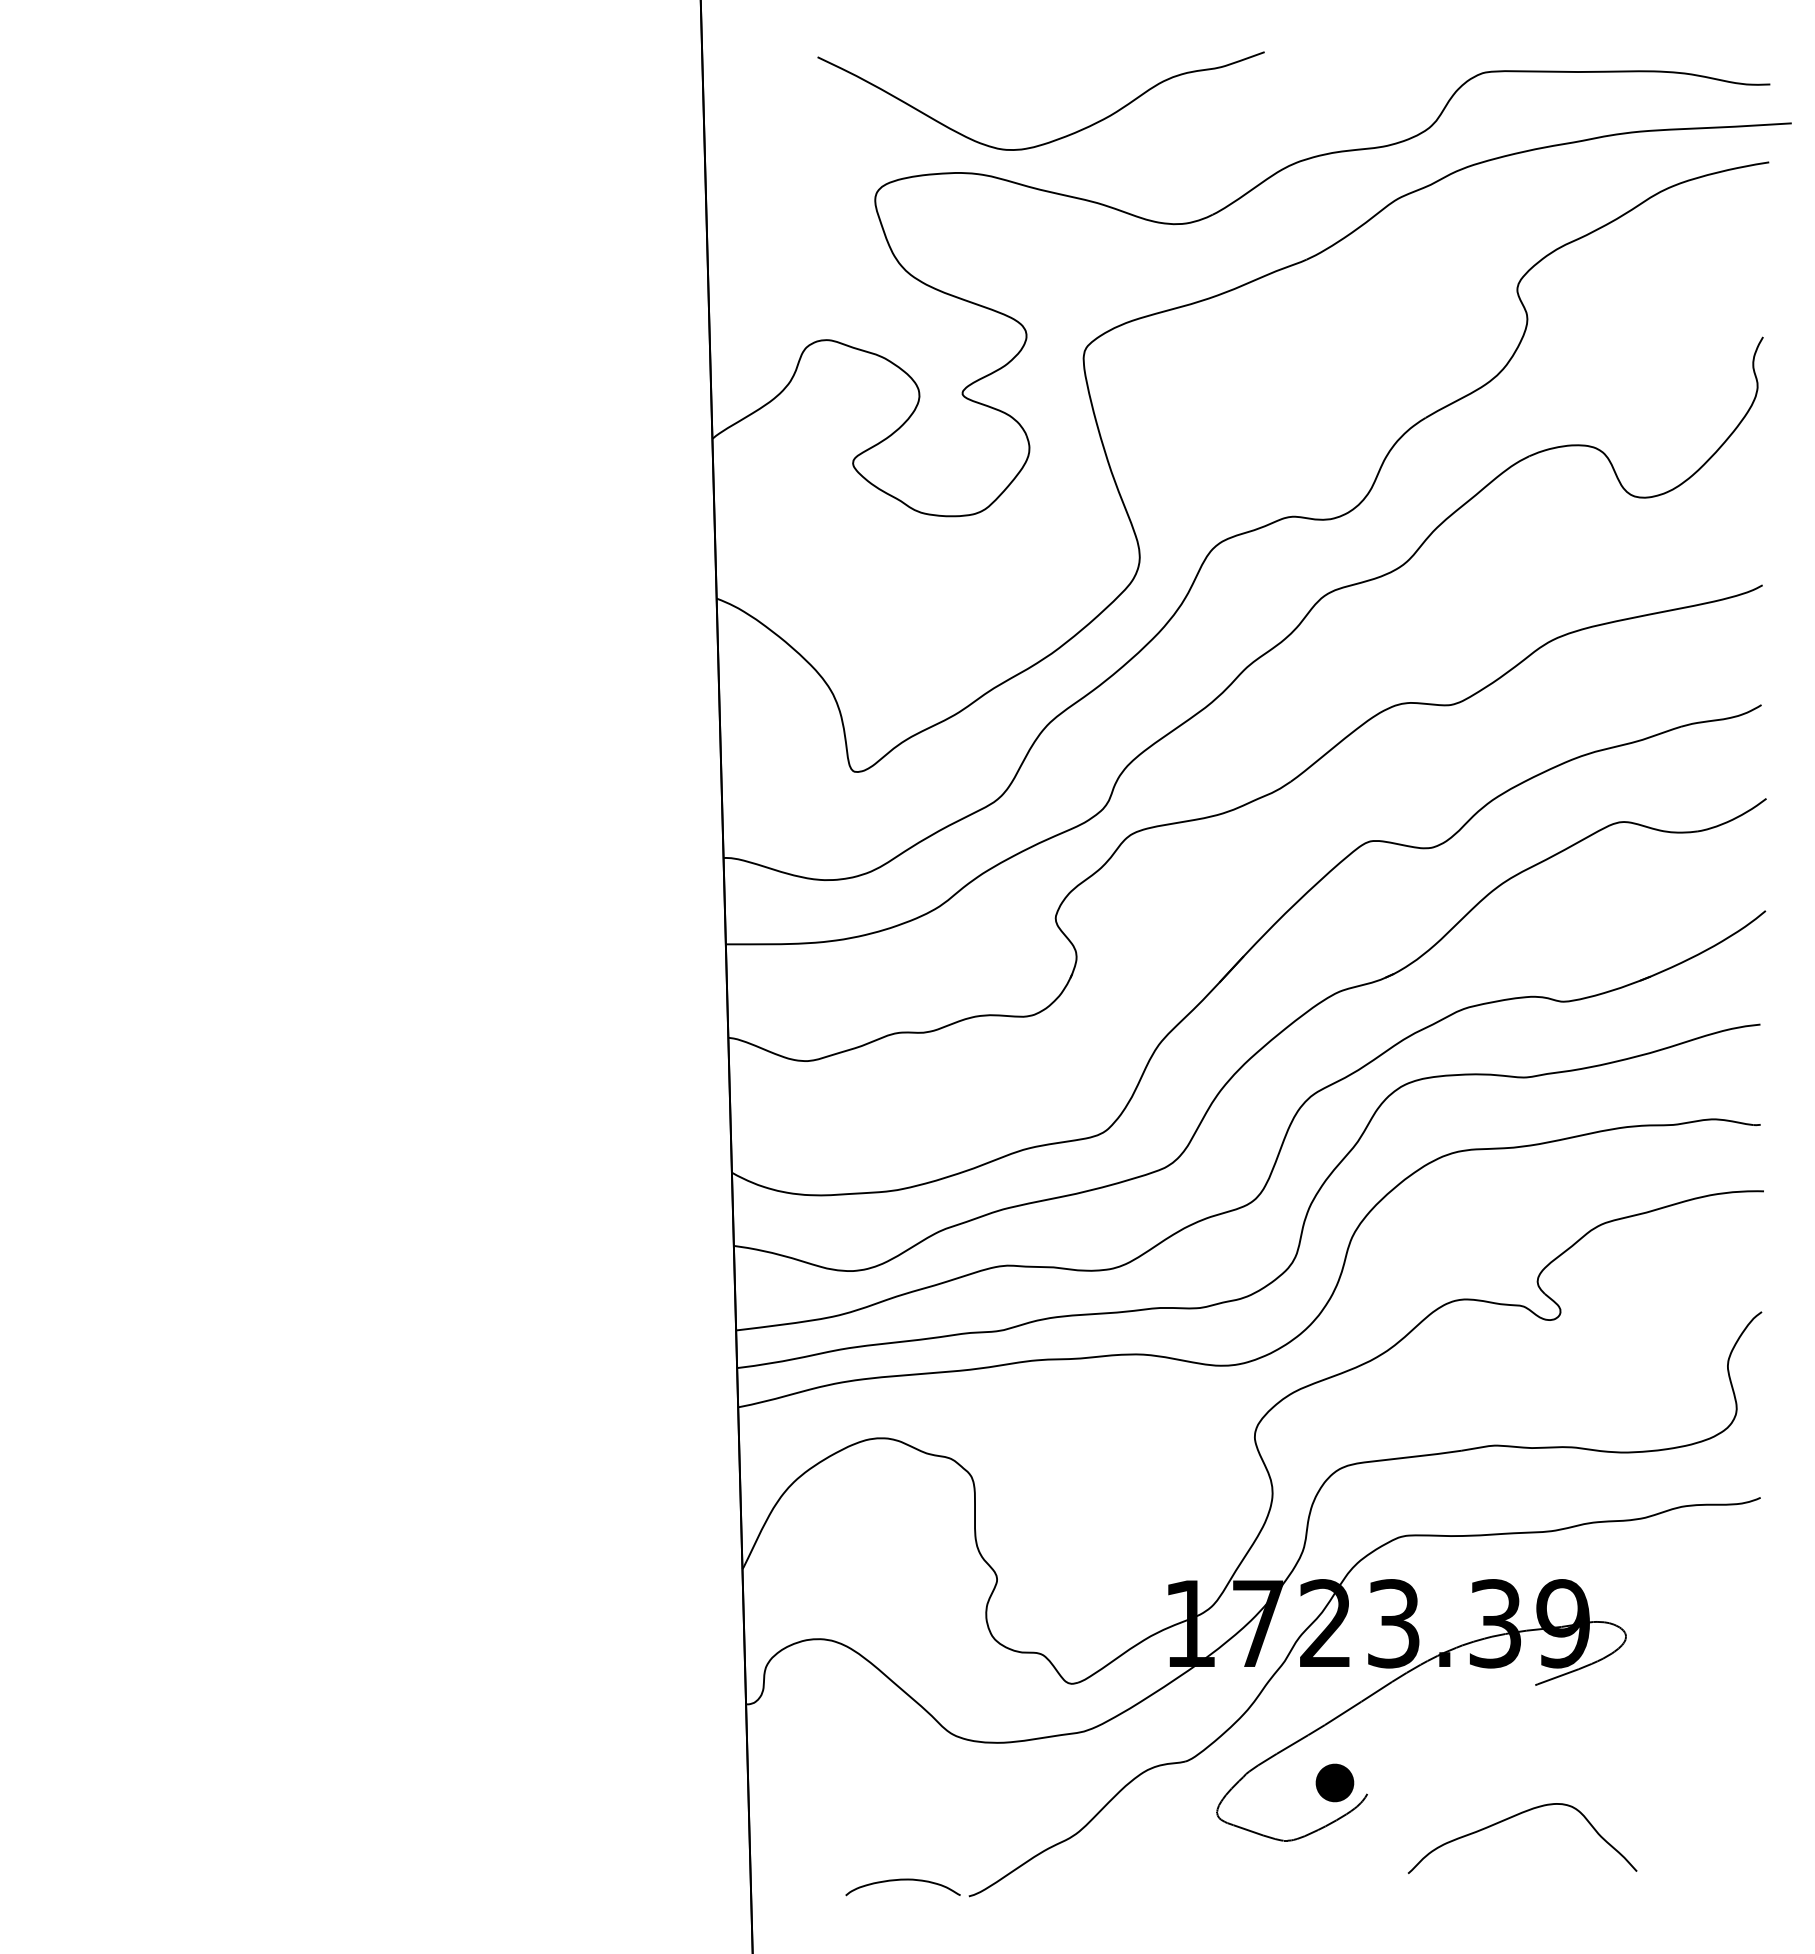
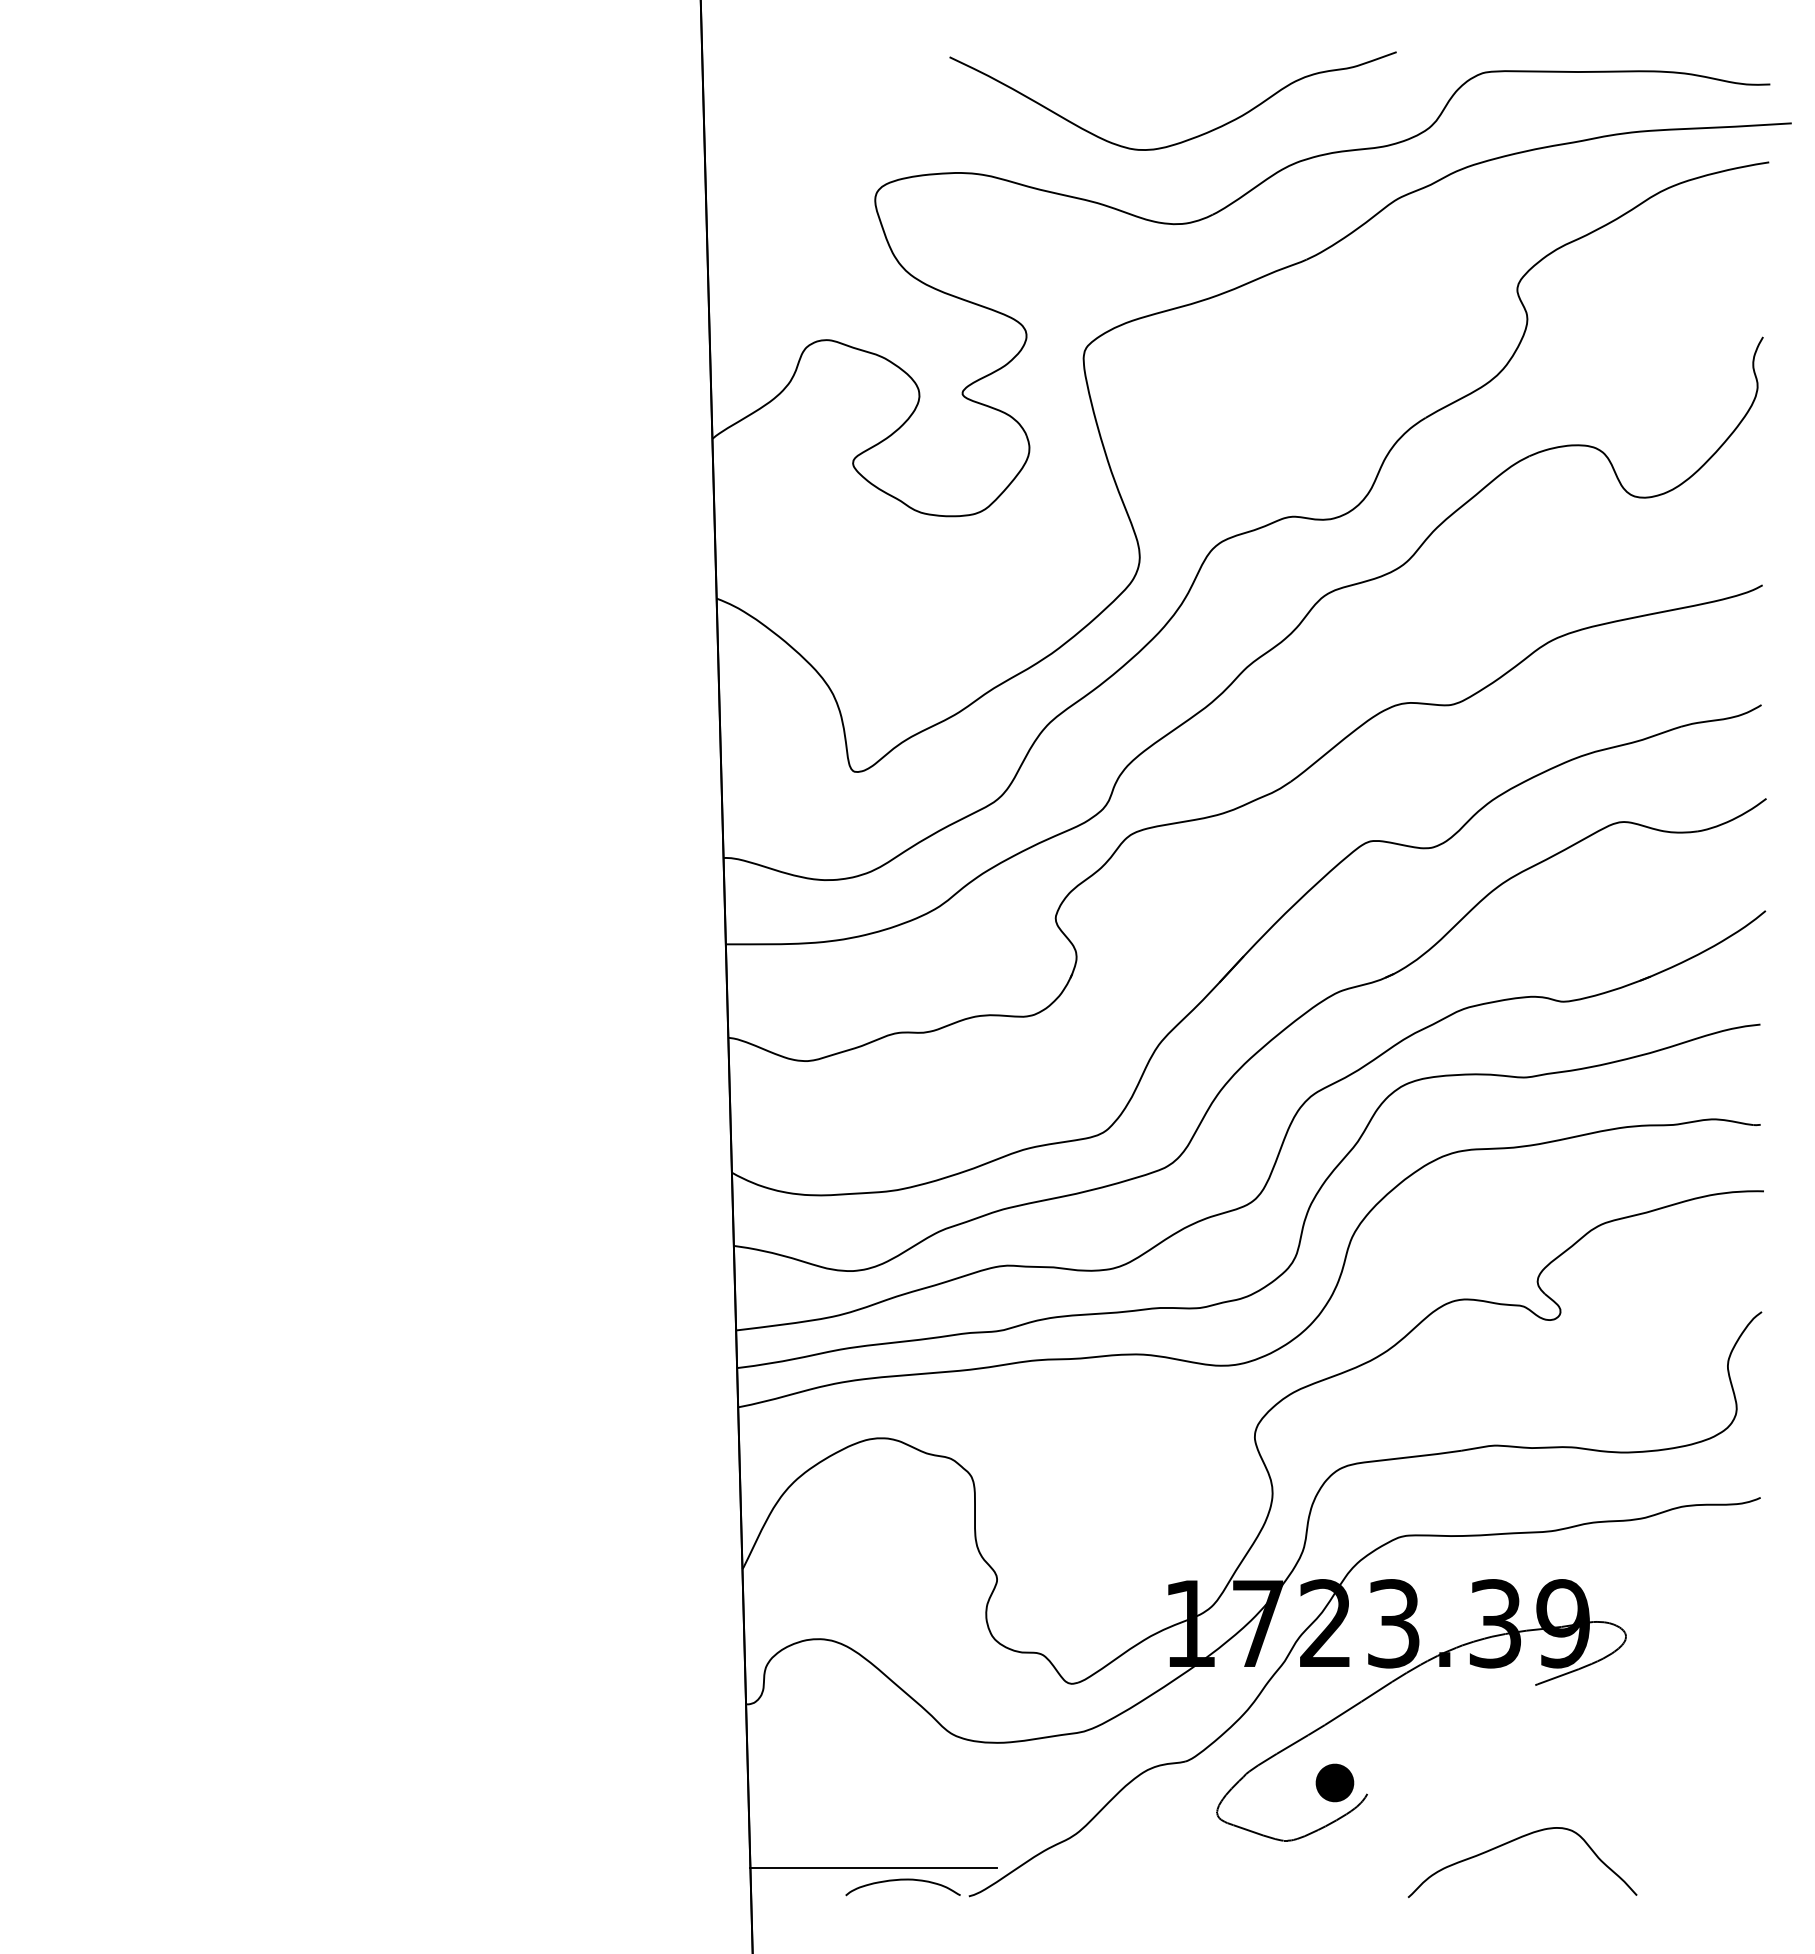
curve at (1054, 139) position: (1054, 139) -> (1186, 139)
curve at (1511, 1818) position: (1511, 1818) -> (1511, 1842)
line at (873, 1867): none -> present
